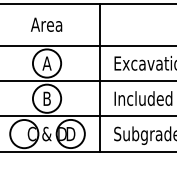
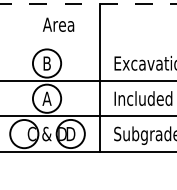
line at (88, 3): solid -> dashed
text at (46, 24) position: (46, 24) -> (58, 24)
line at (87, 45): present -> none
text at (46, 63): A -> B
text at (46, 98): B -> A
